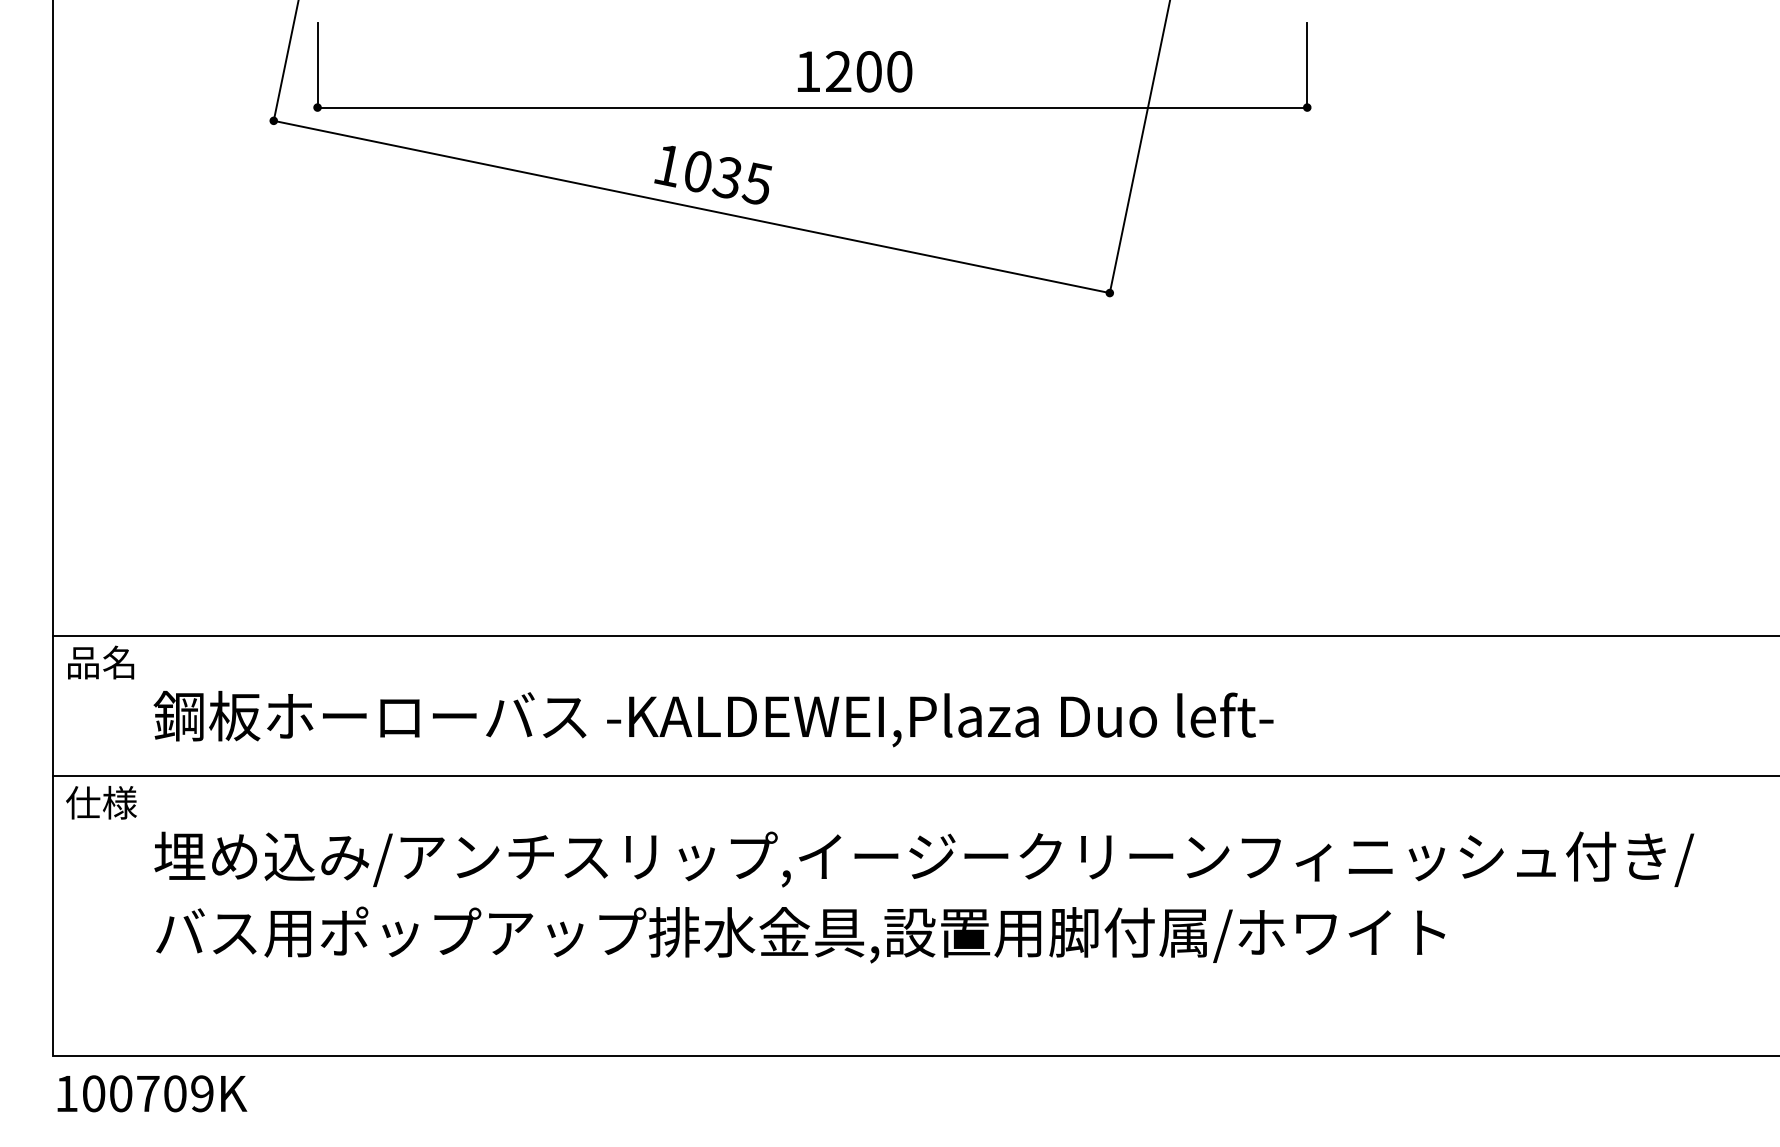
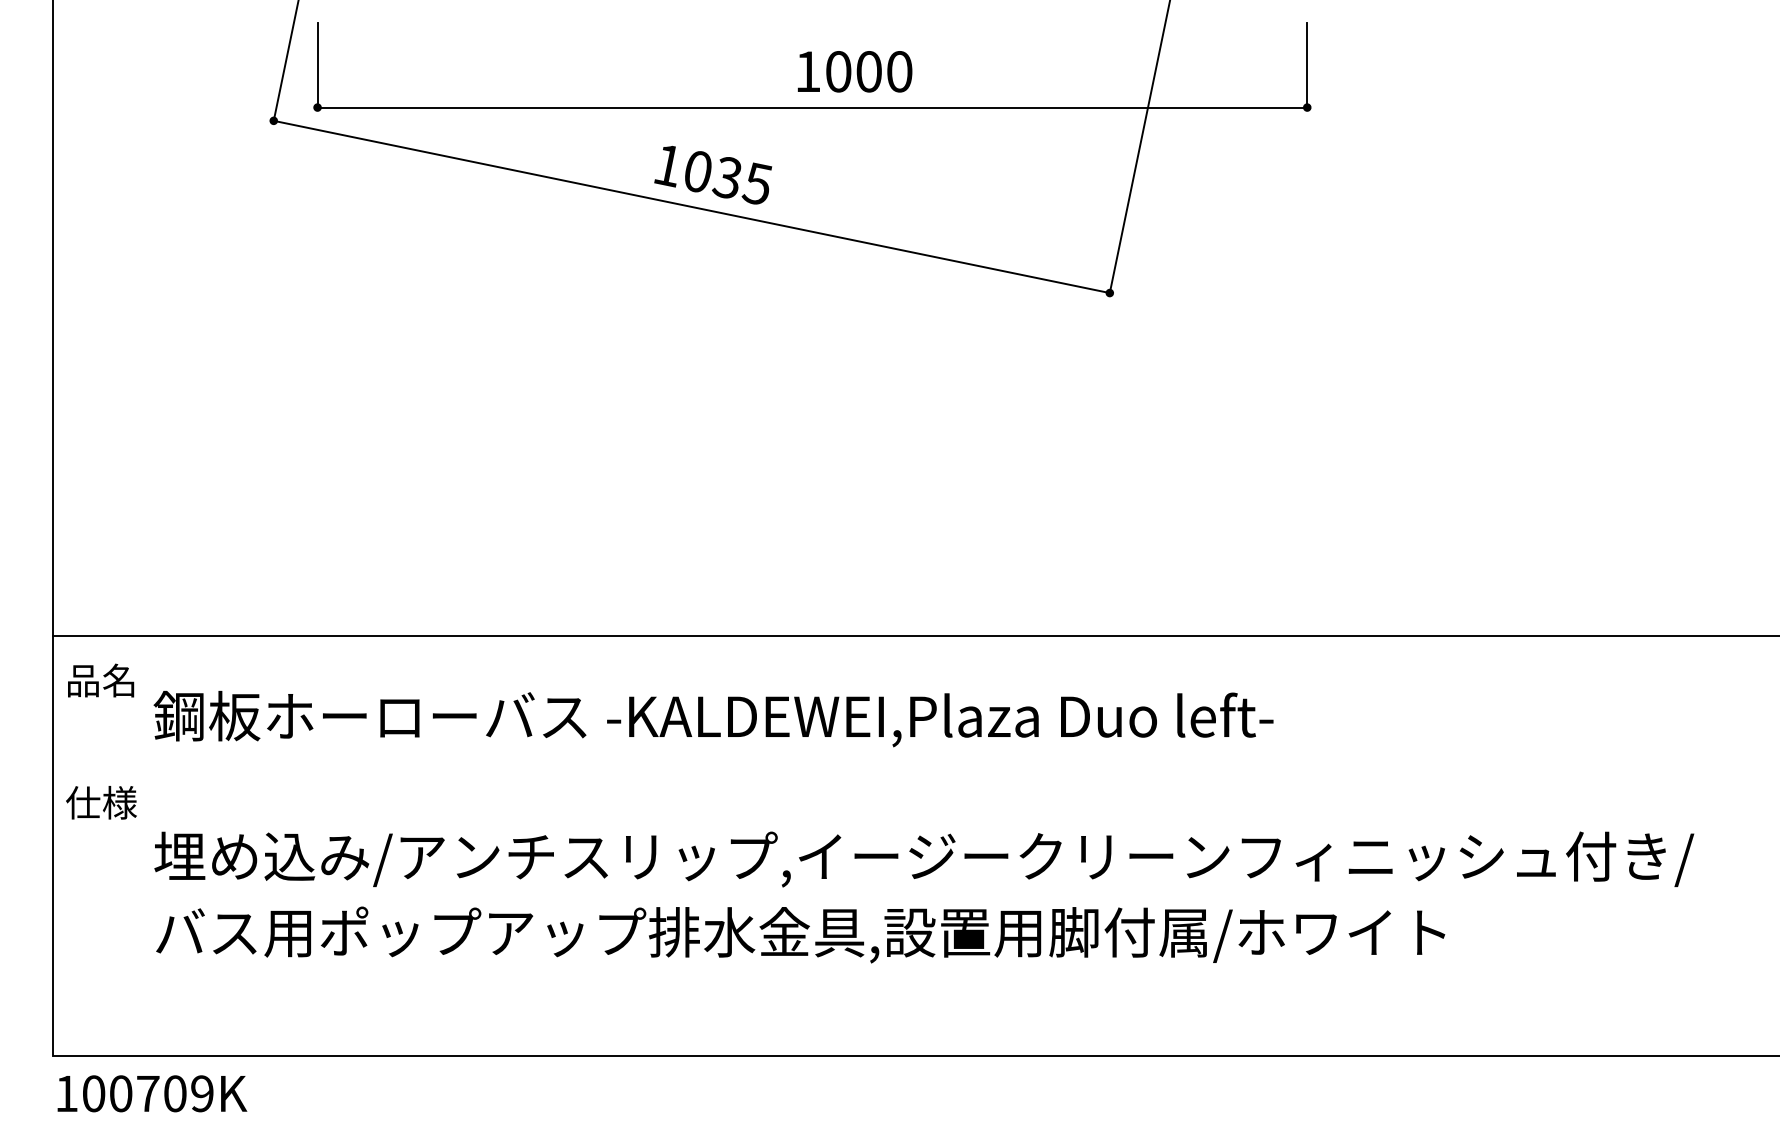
text at (838, 71): 1200 -> 1000
text at (101, 662) position: (101, 662) -> (101, 680)
line at (914, 775): present -> none
